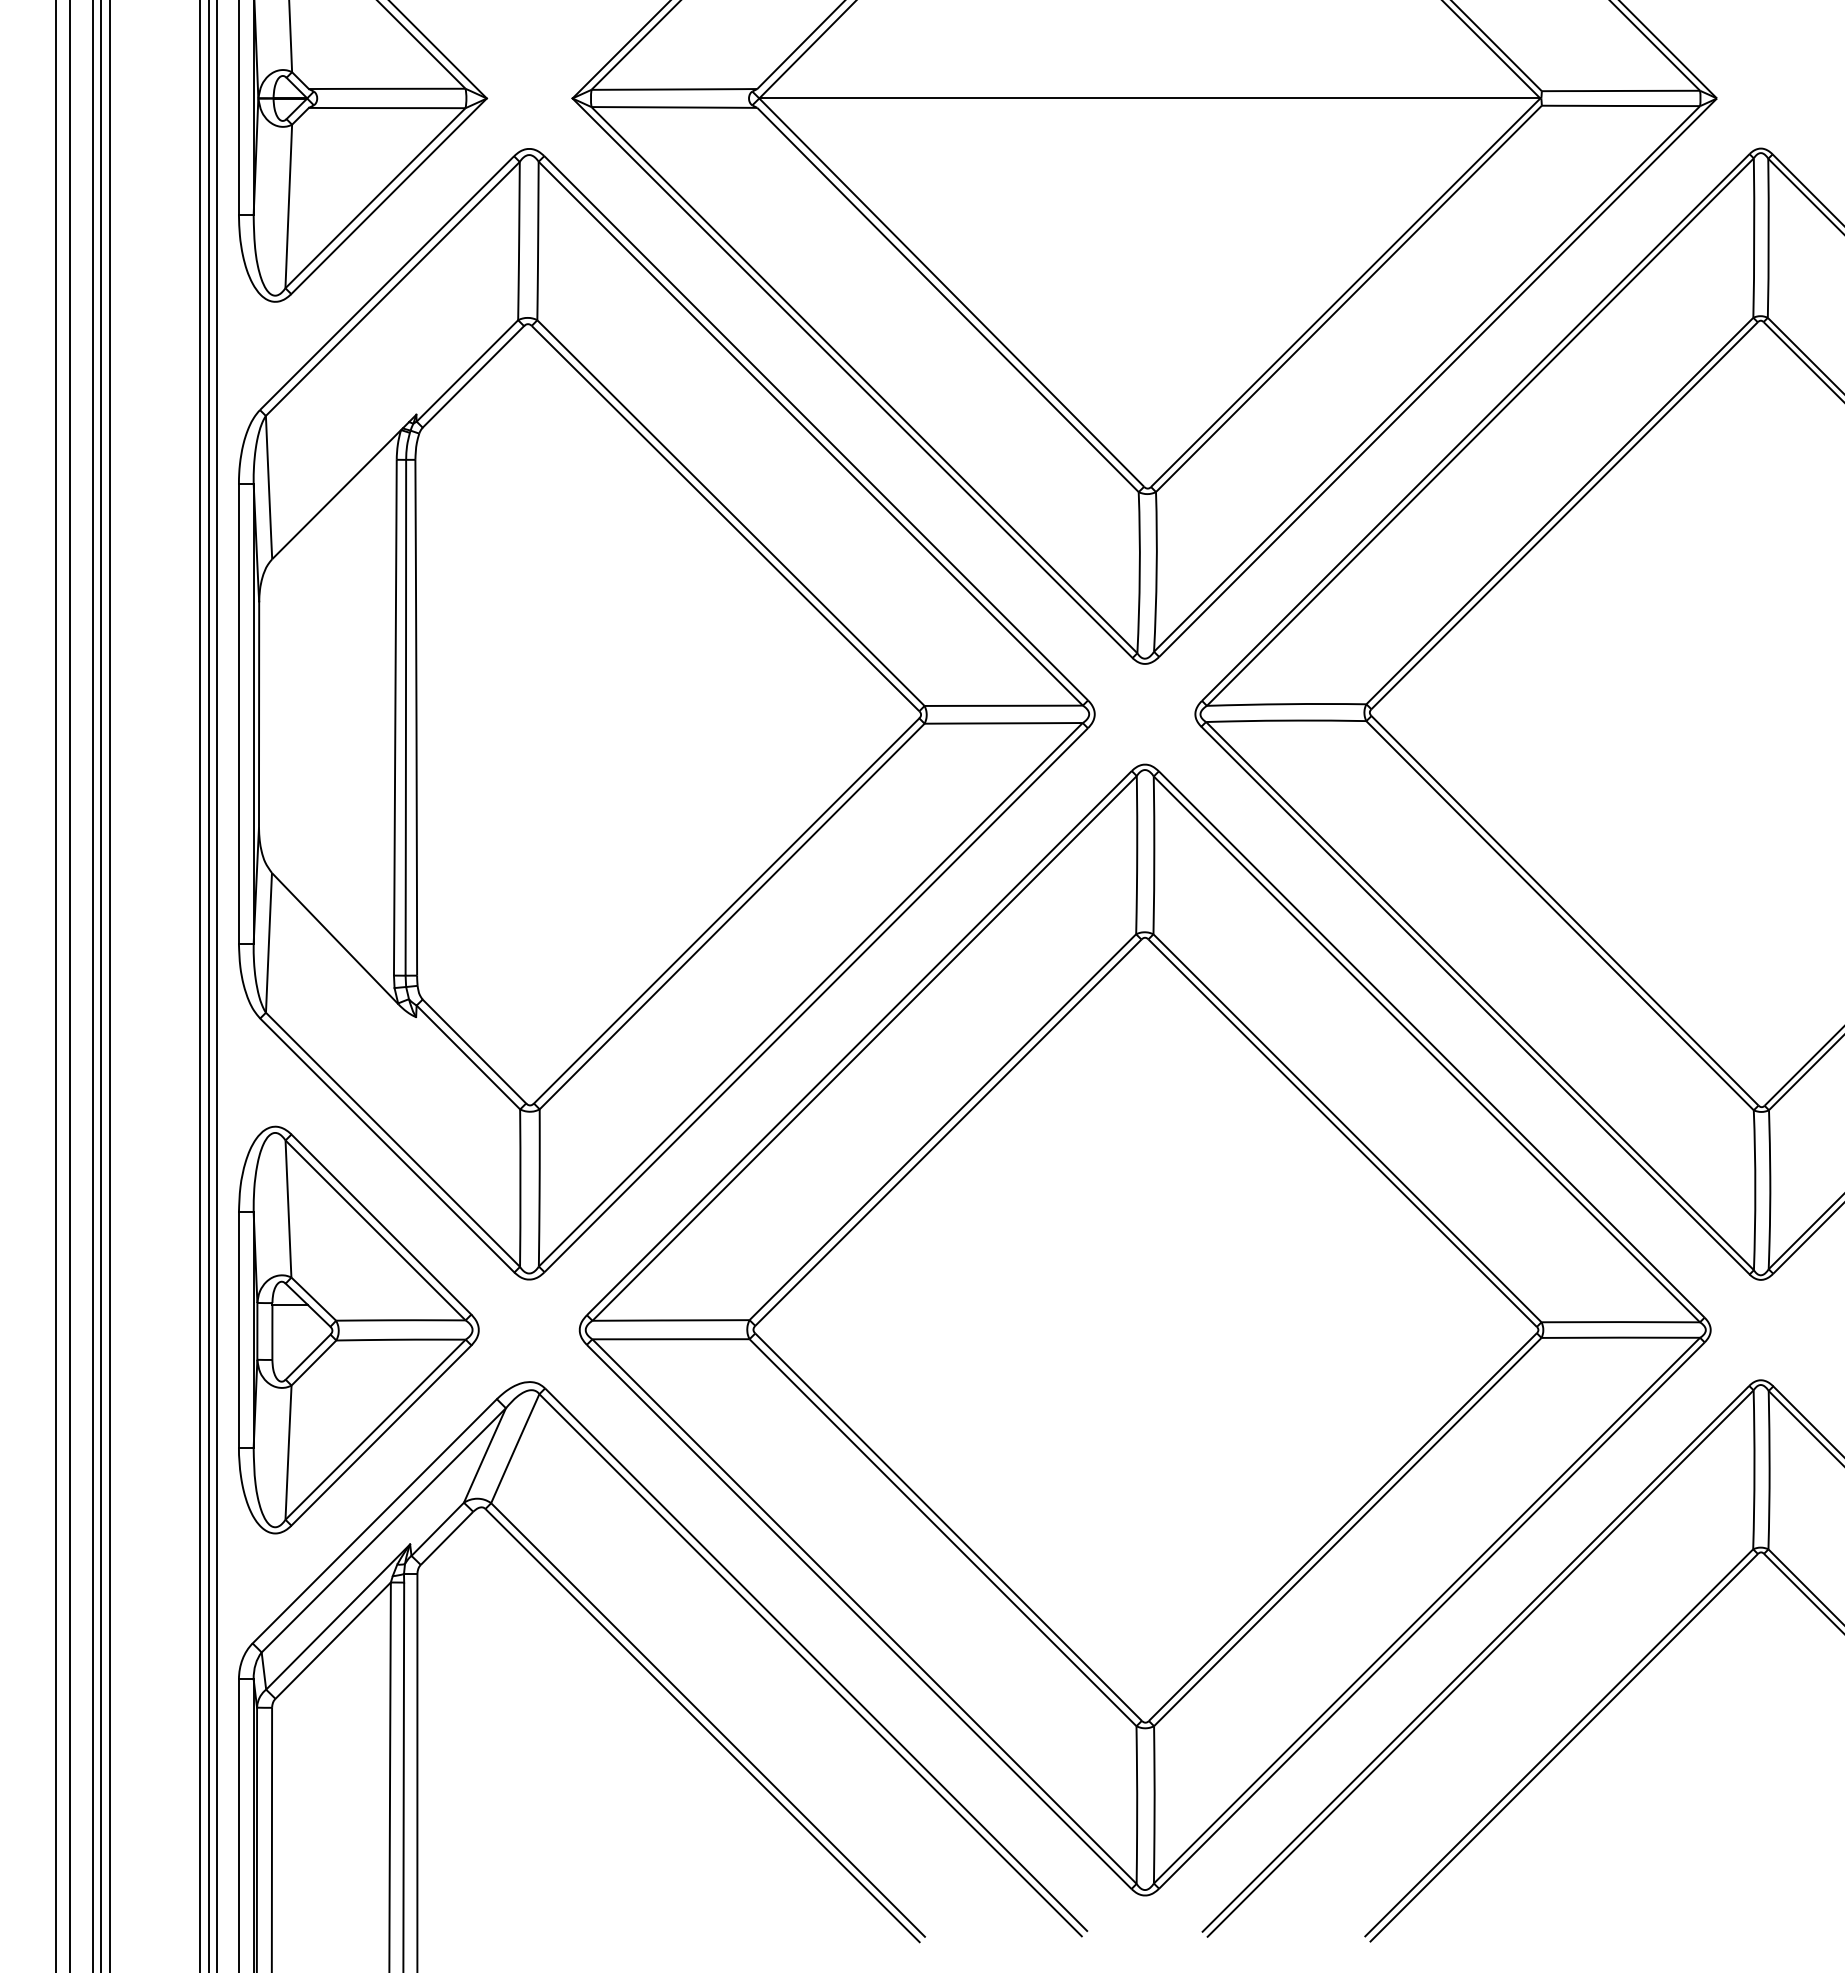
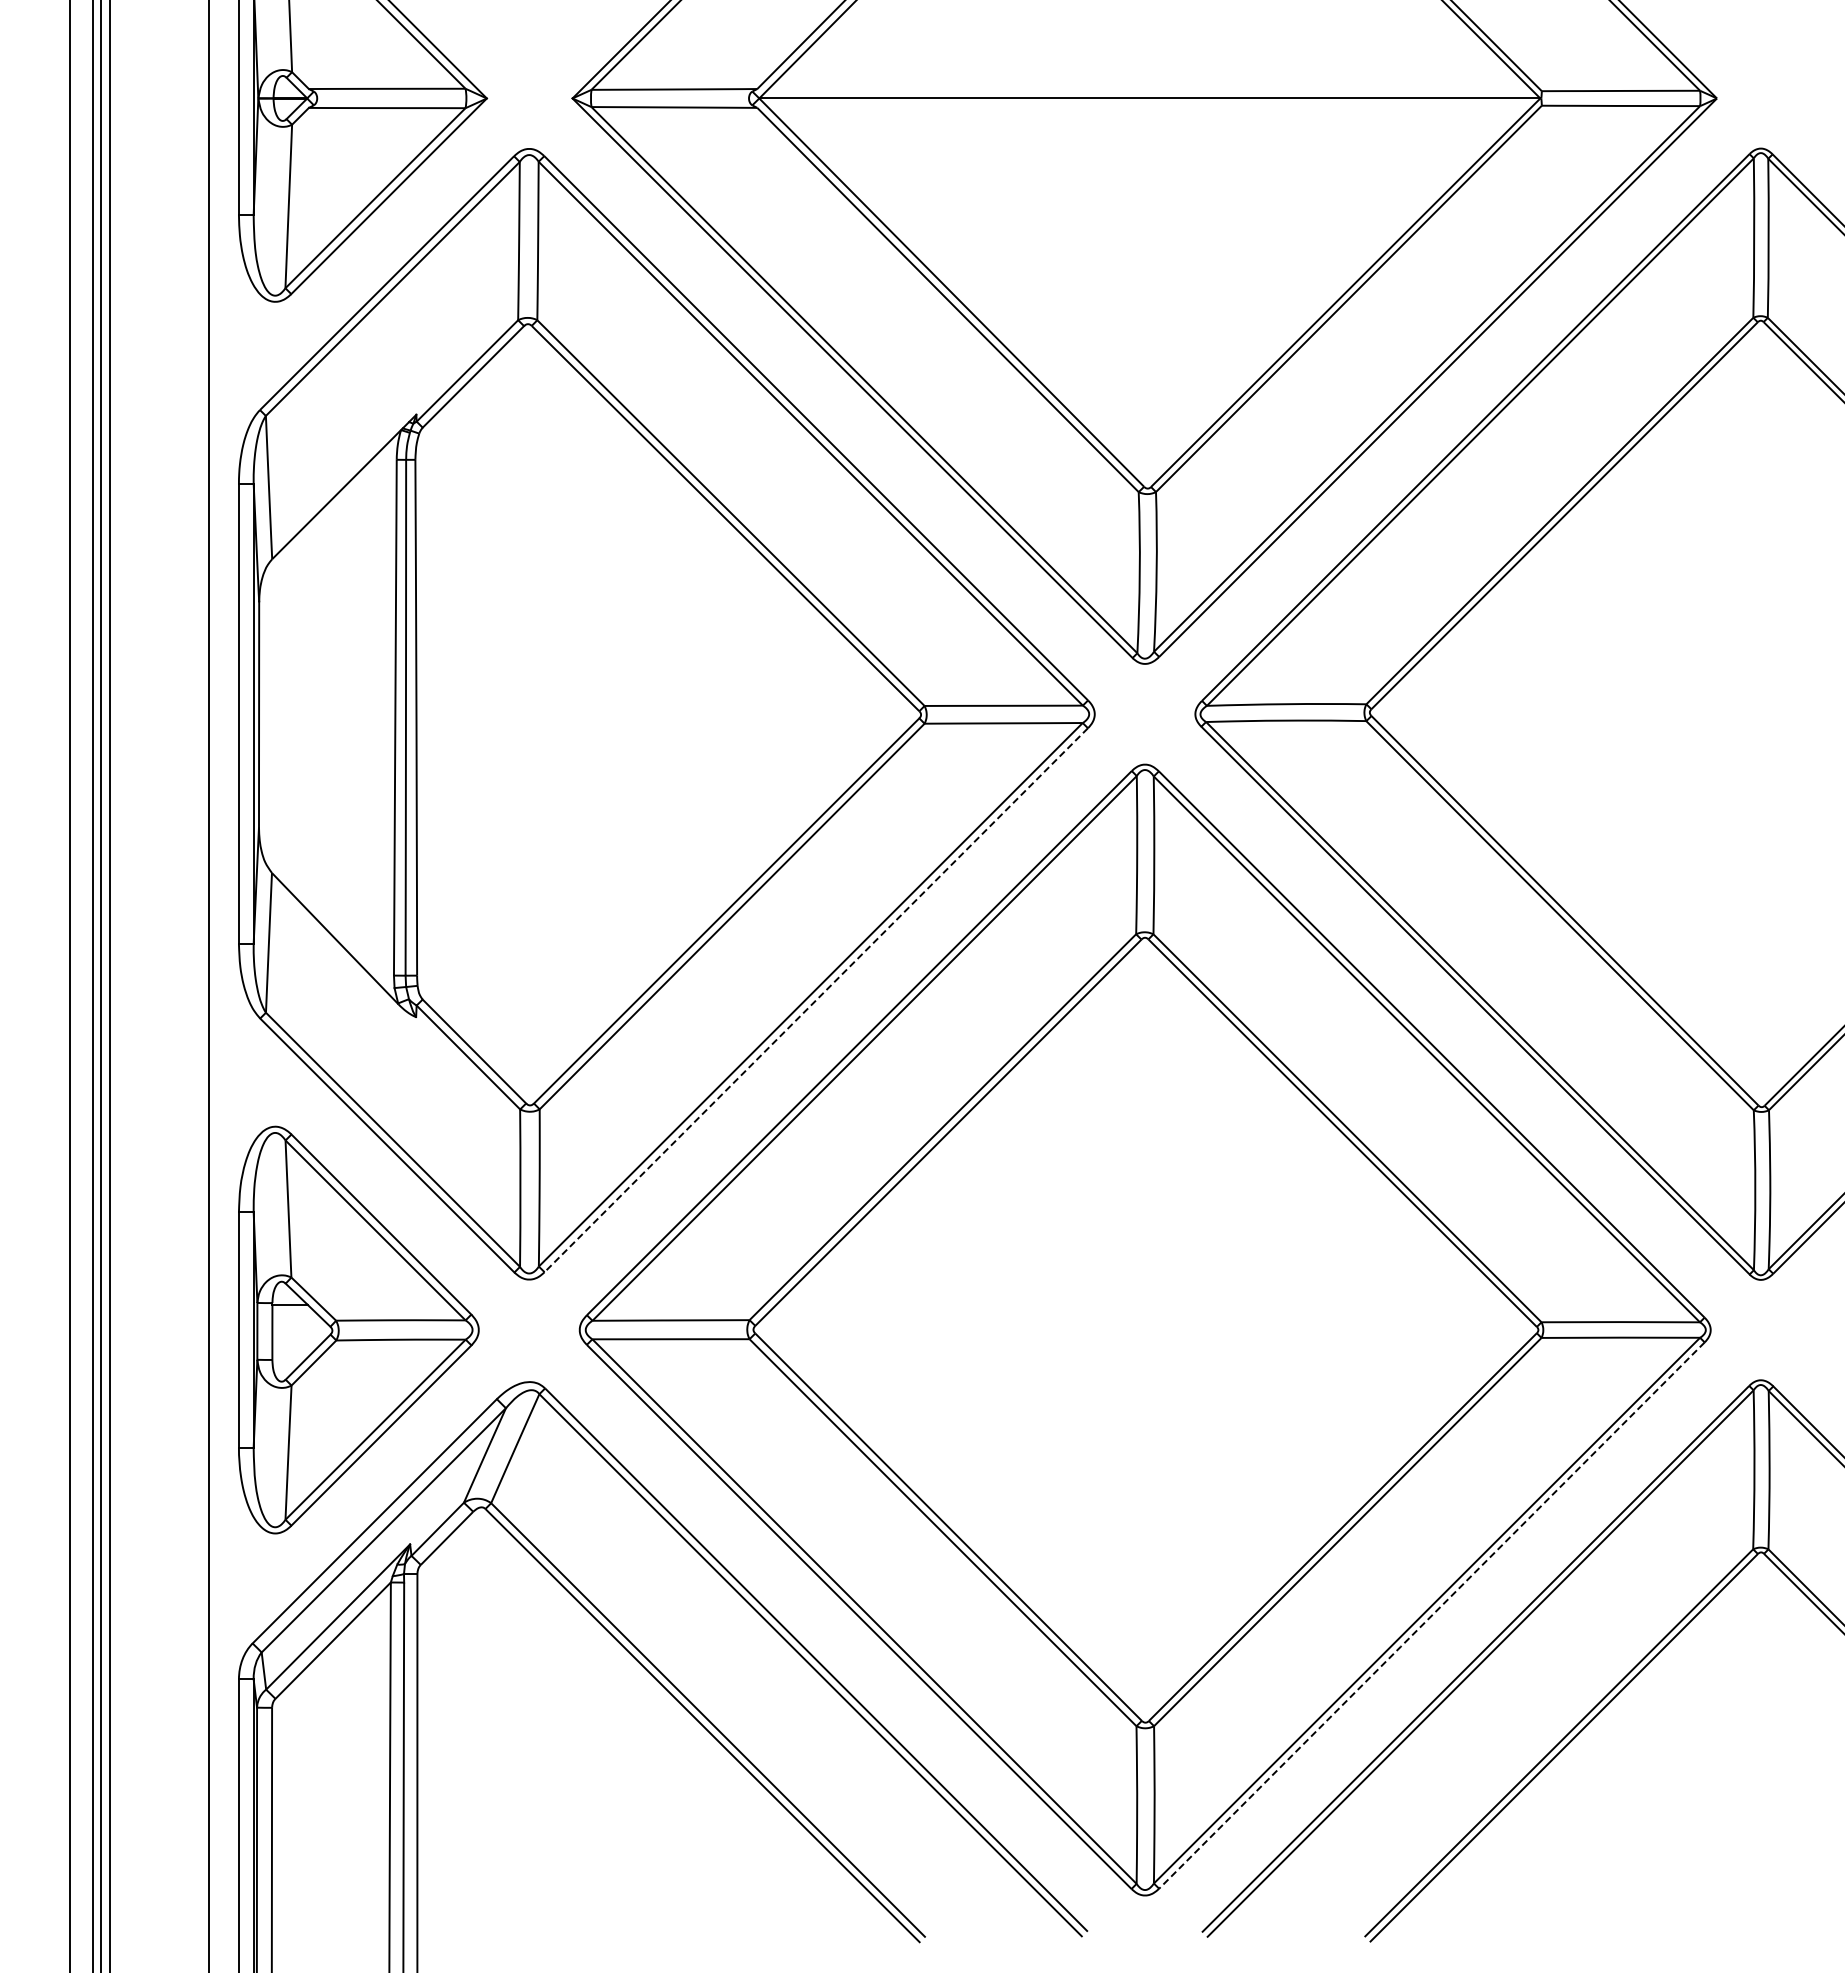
line at (55, 985): present -> none
line at (200, 985): present -> none
line at (217, 985): present -> none
line at (816, 1000): solid -> dashed
line at (1431, 1616): solid -> dashed
